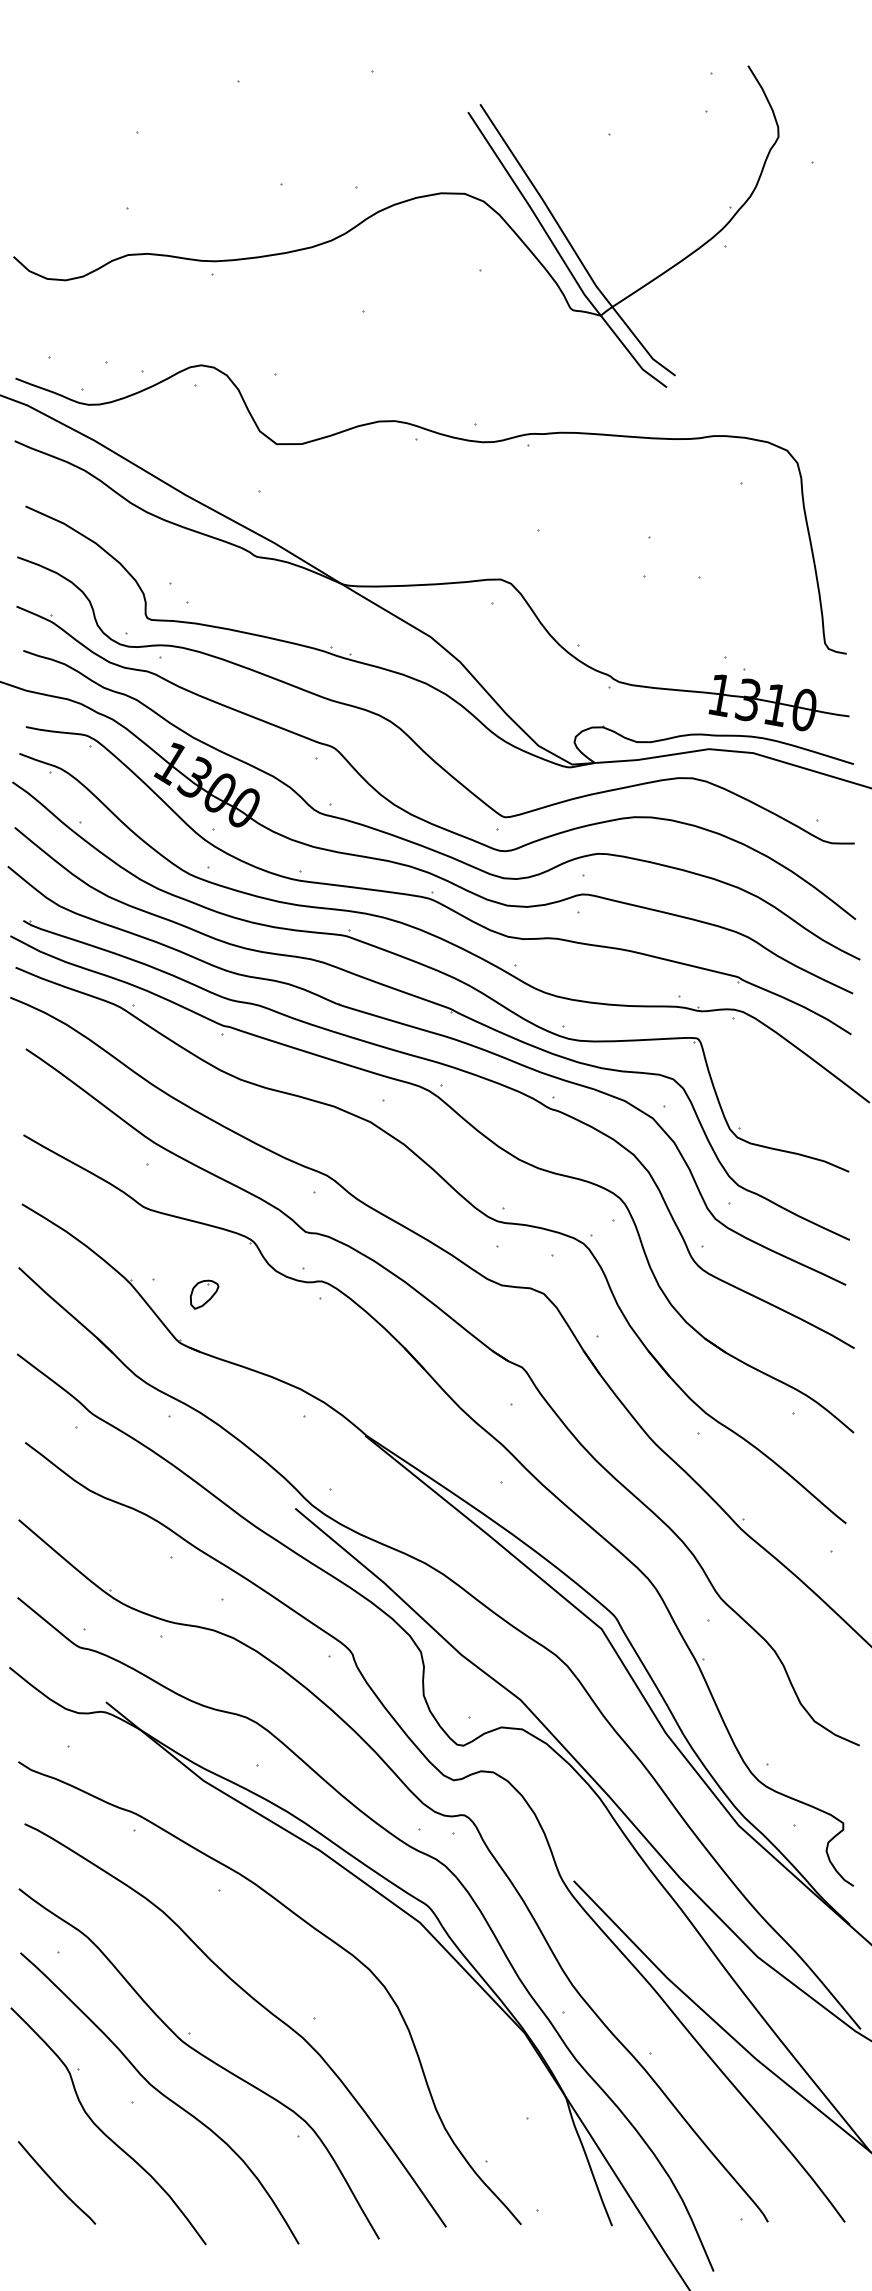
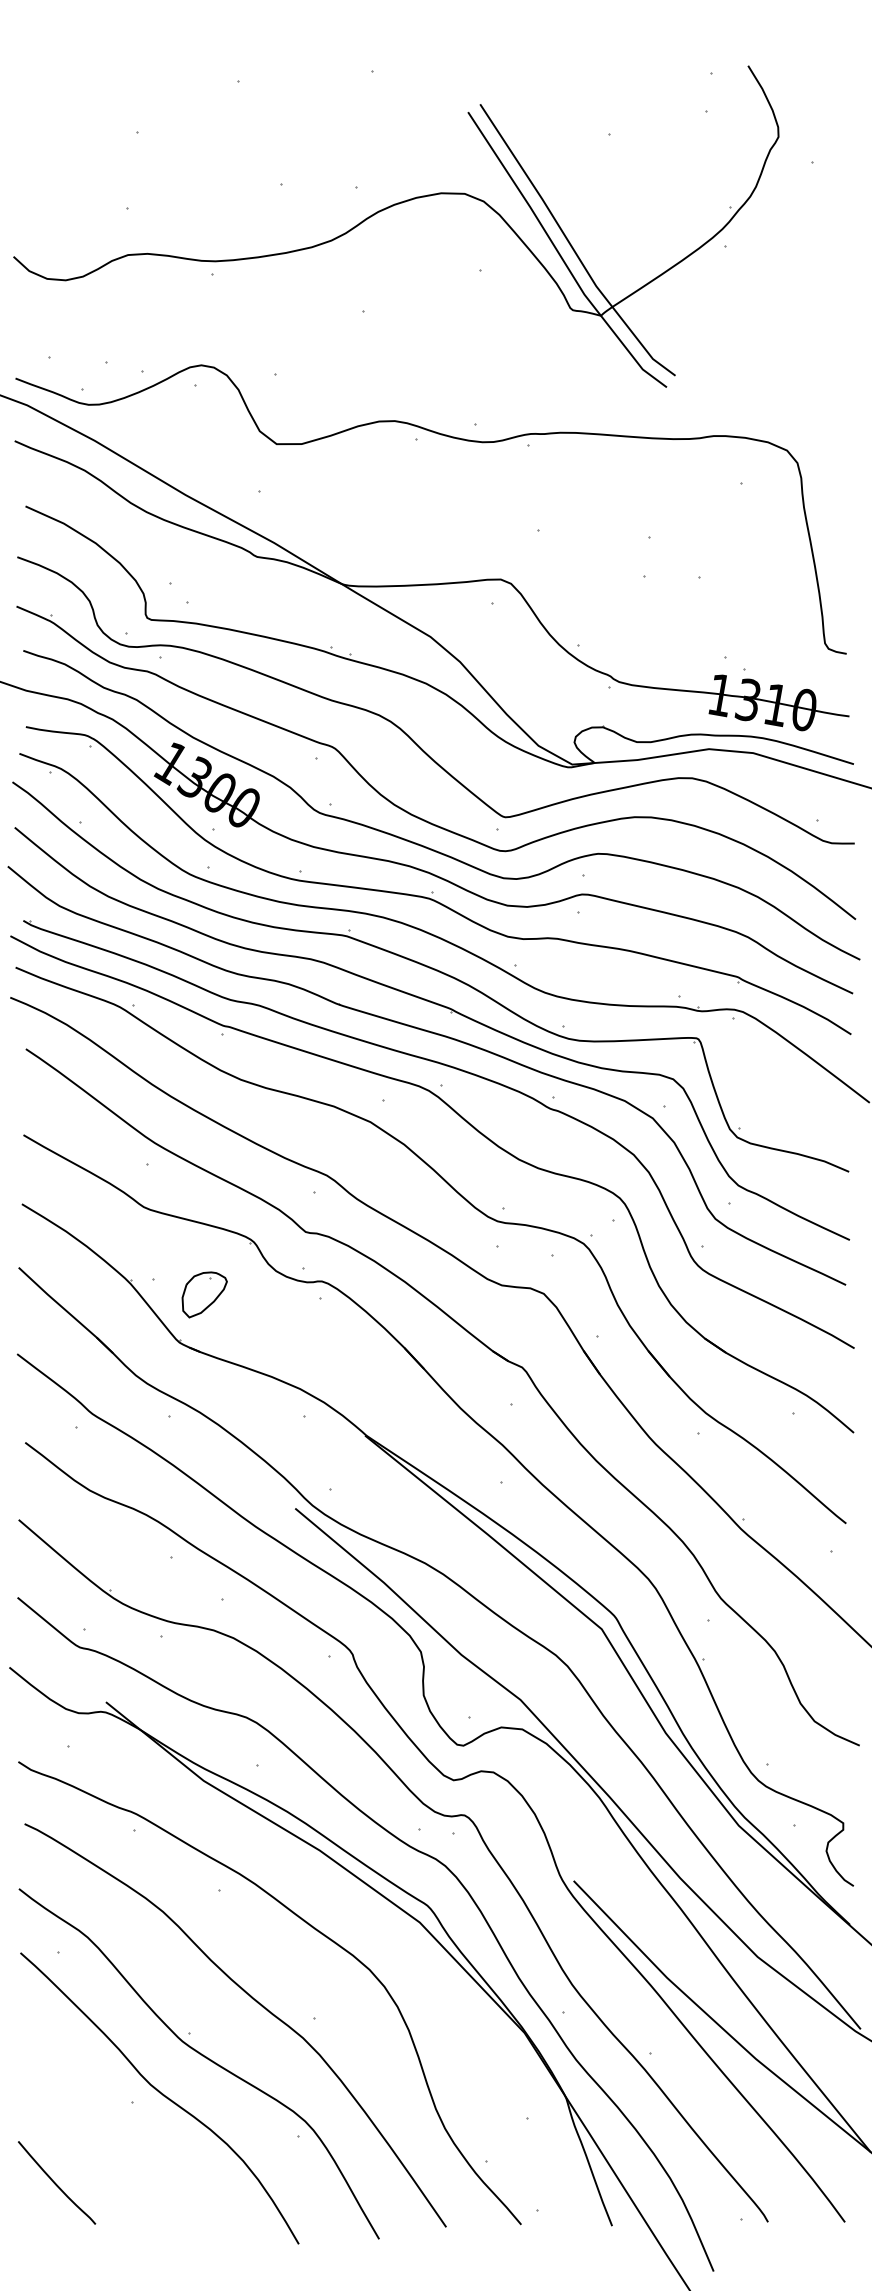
part at (204, 1294) size: 31x31 px -> 47x48 px
part at (103, 2131): present -> none
